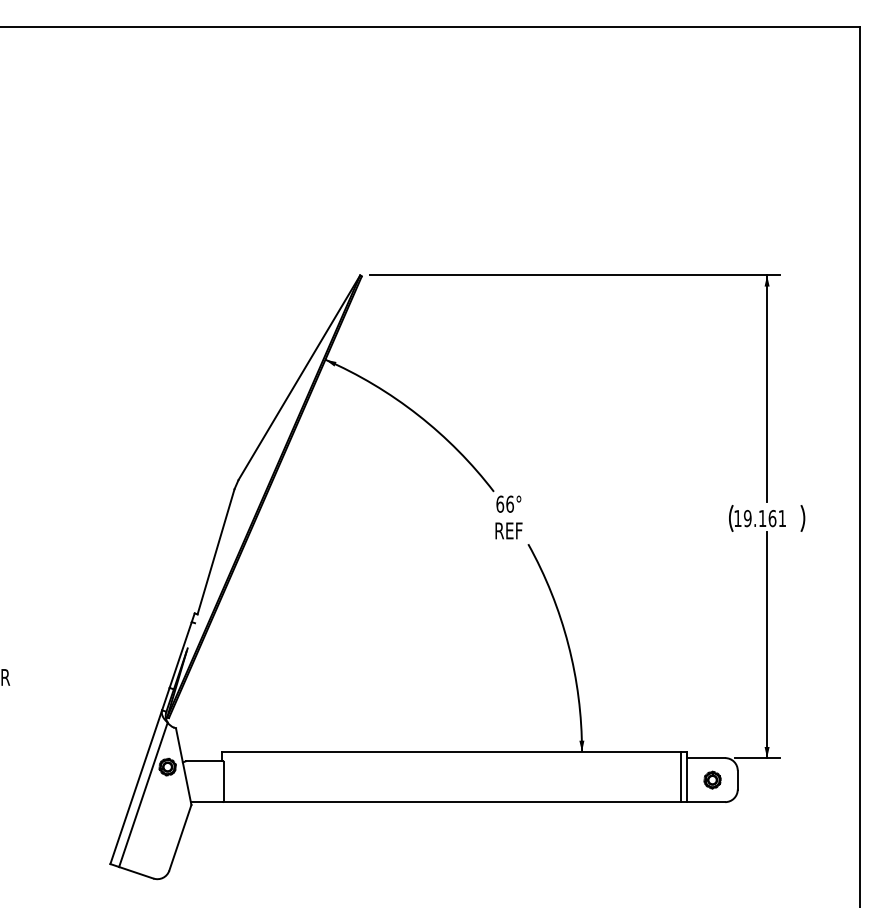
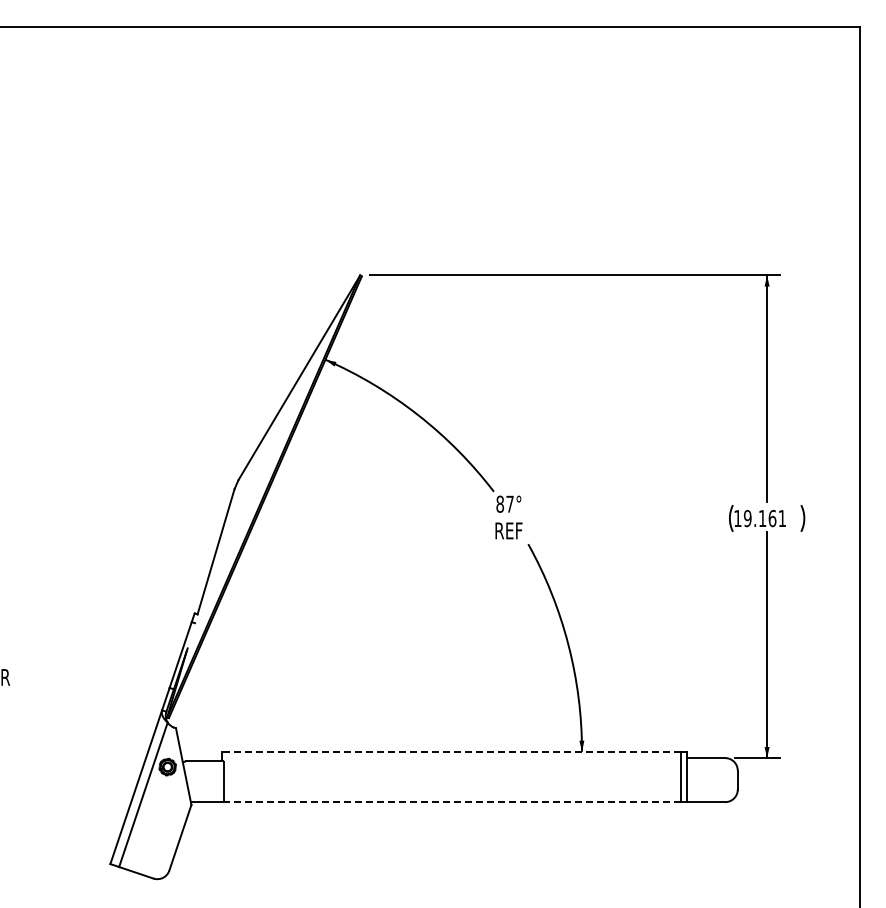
text at (504, 503): 66° -> 87°
line at (451, 751): solid -> dashed
part at (712, 779): present -> none
line at (452, 802): solid -> dashed
